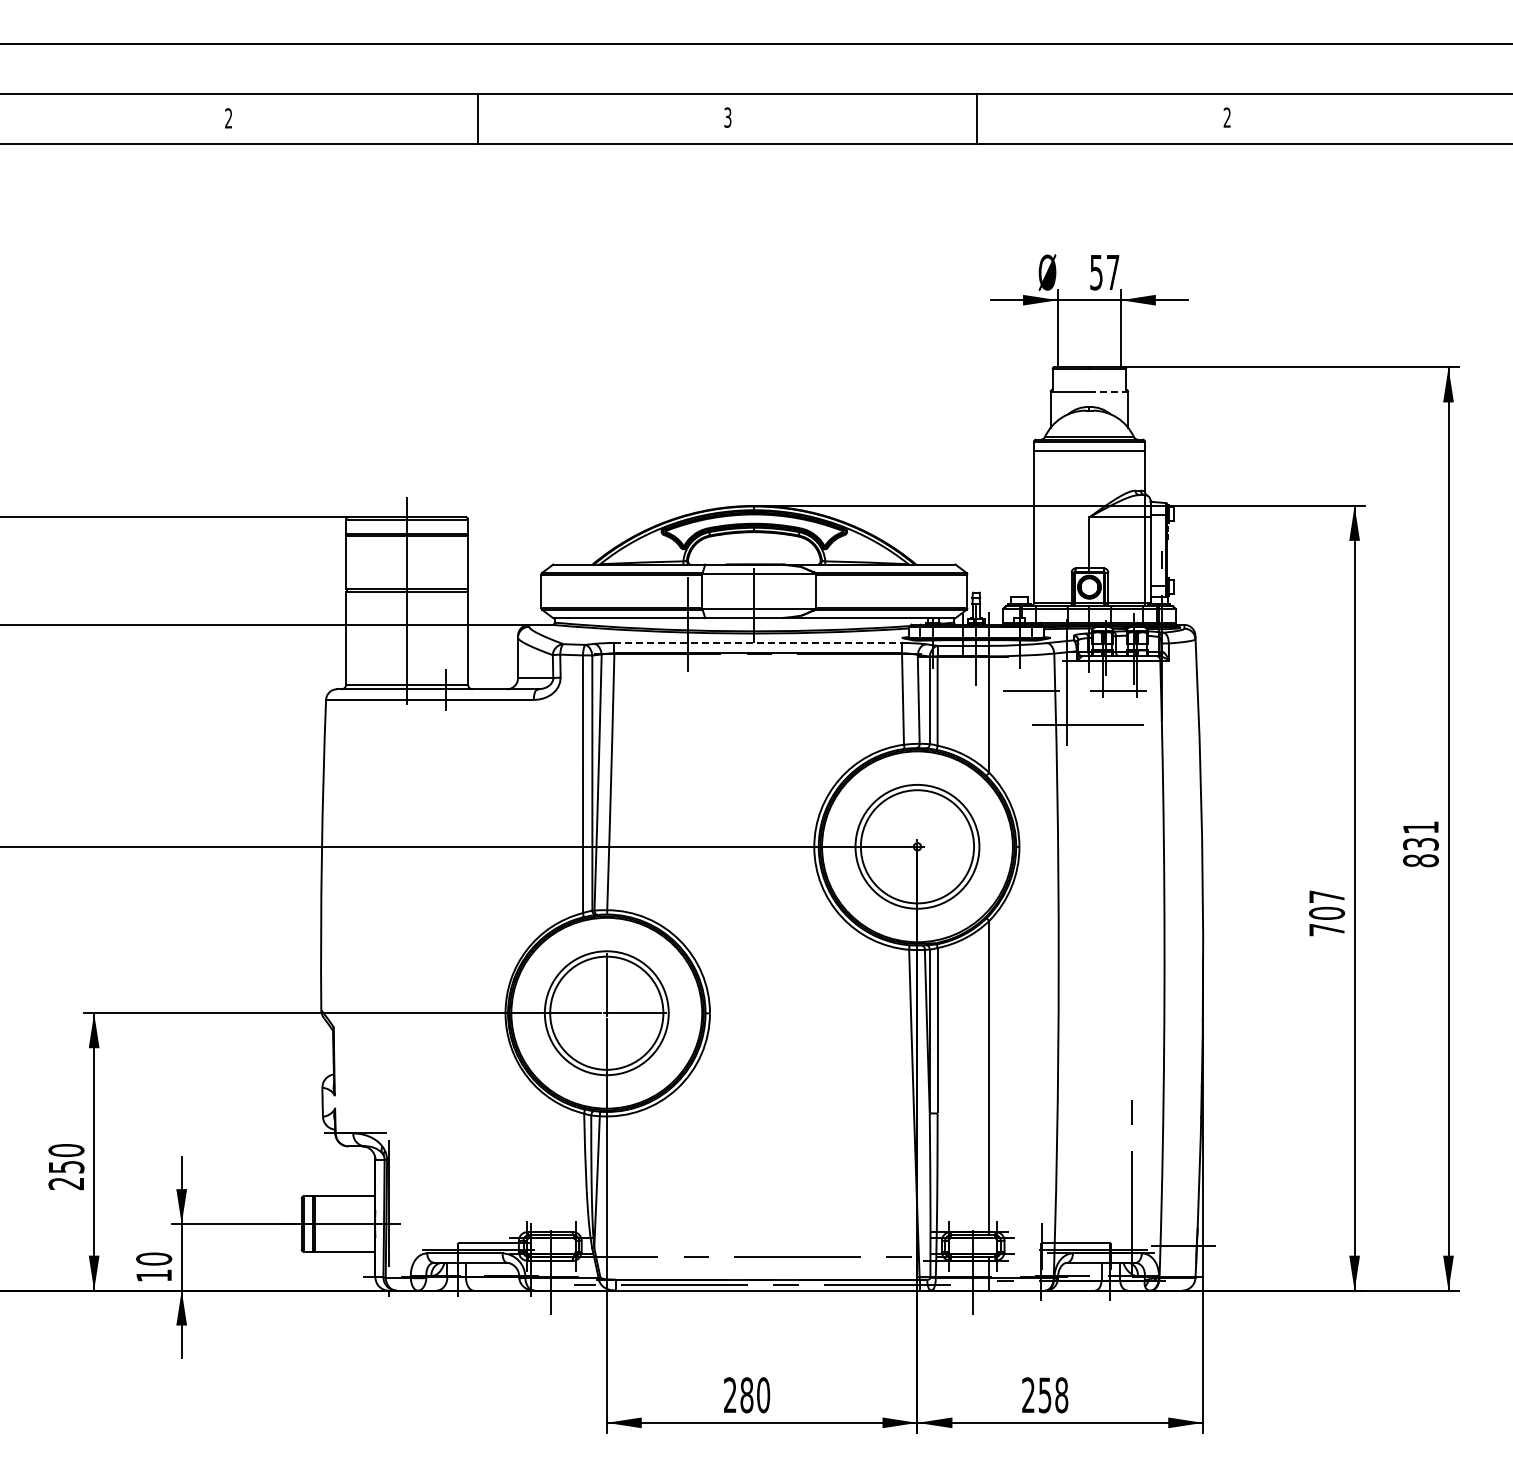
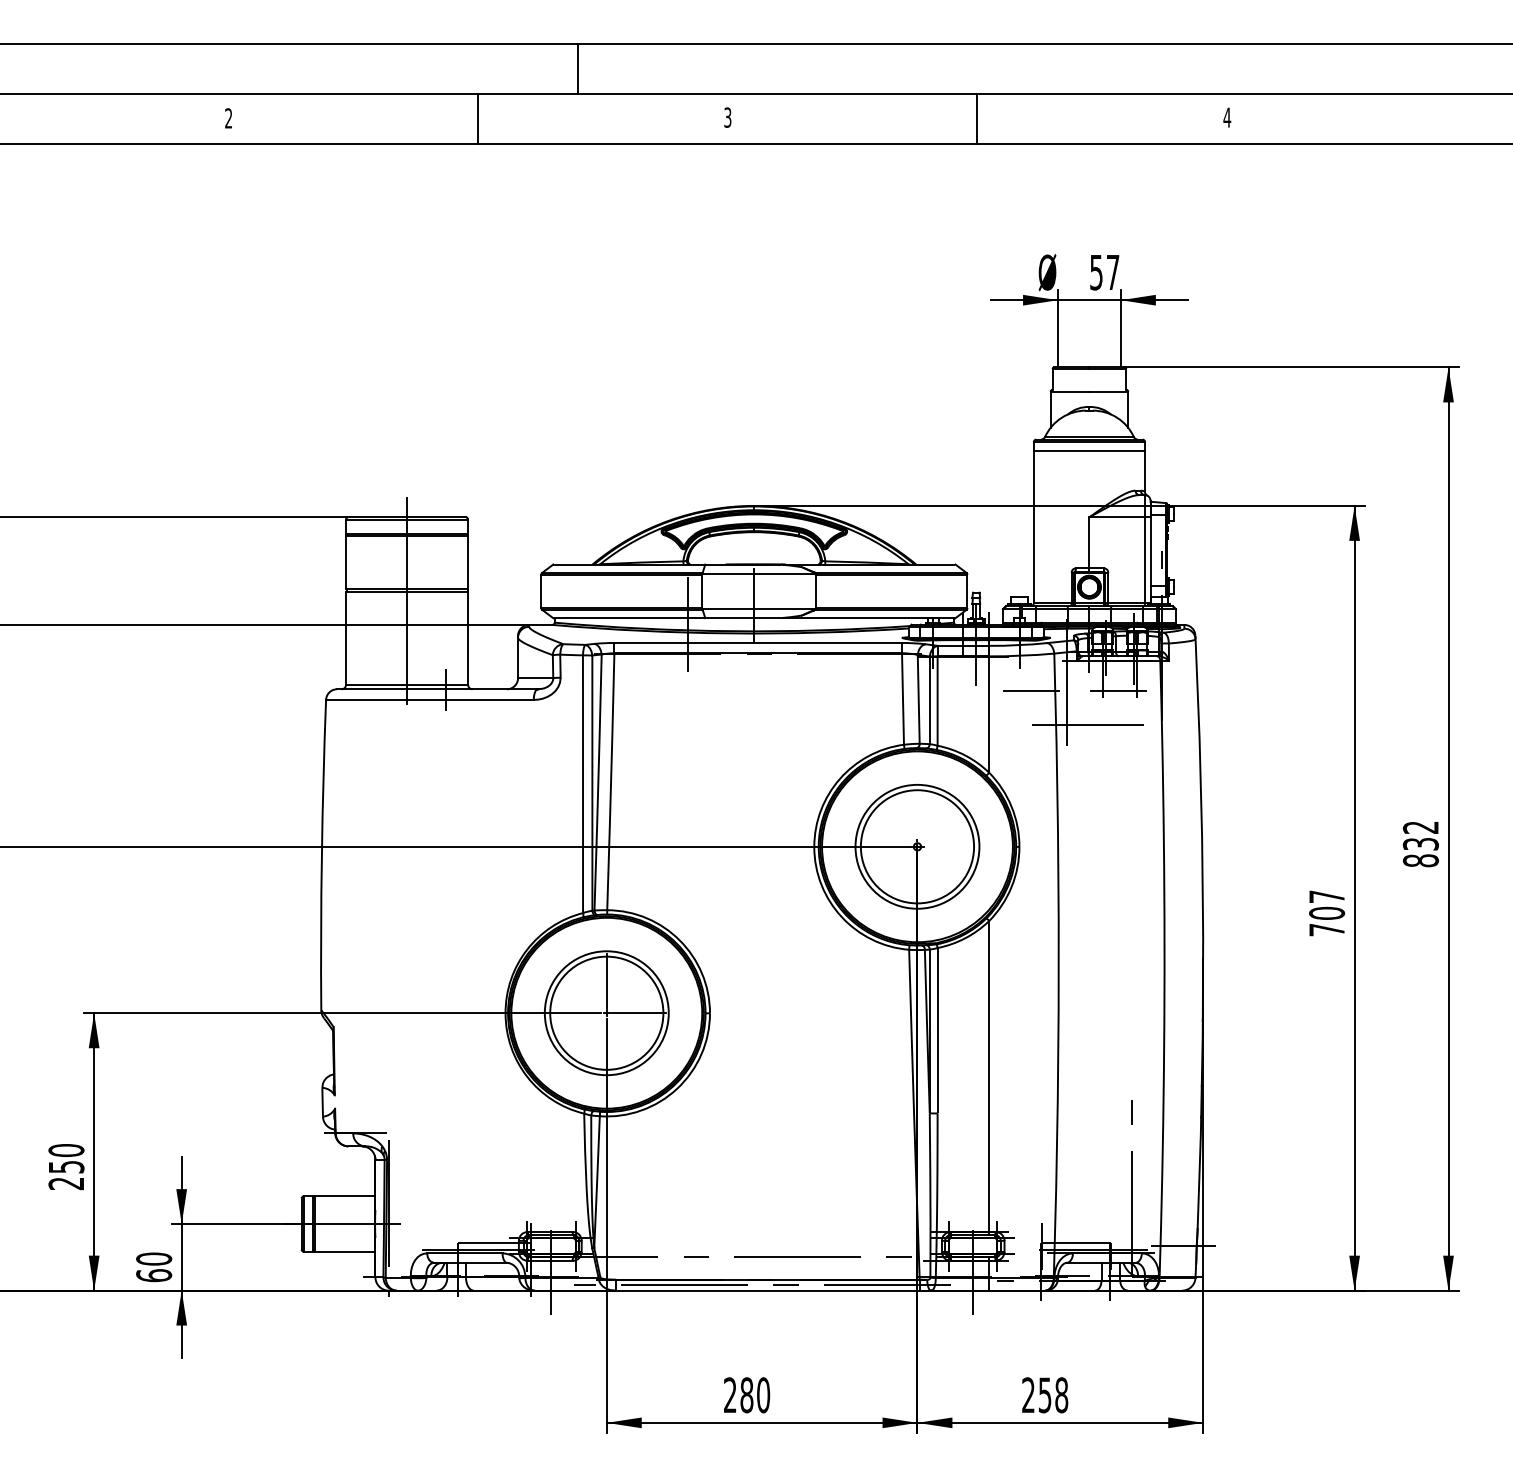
line at (577, 69): none -> present
text at (1227, 117): 2 -> 4
line at (1109, 391): dashed -> solid
line at (758, 643): dashed -> solid
text at (1420, 827): 831 -> 832
text at (154, 1275): 10 -> 60
